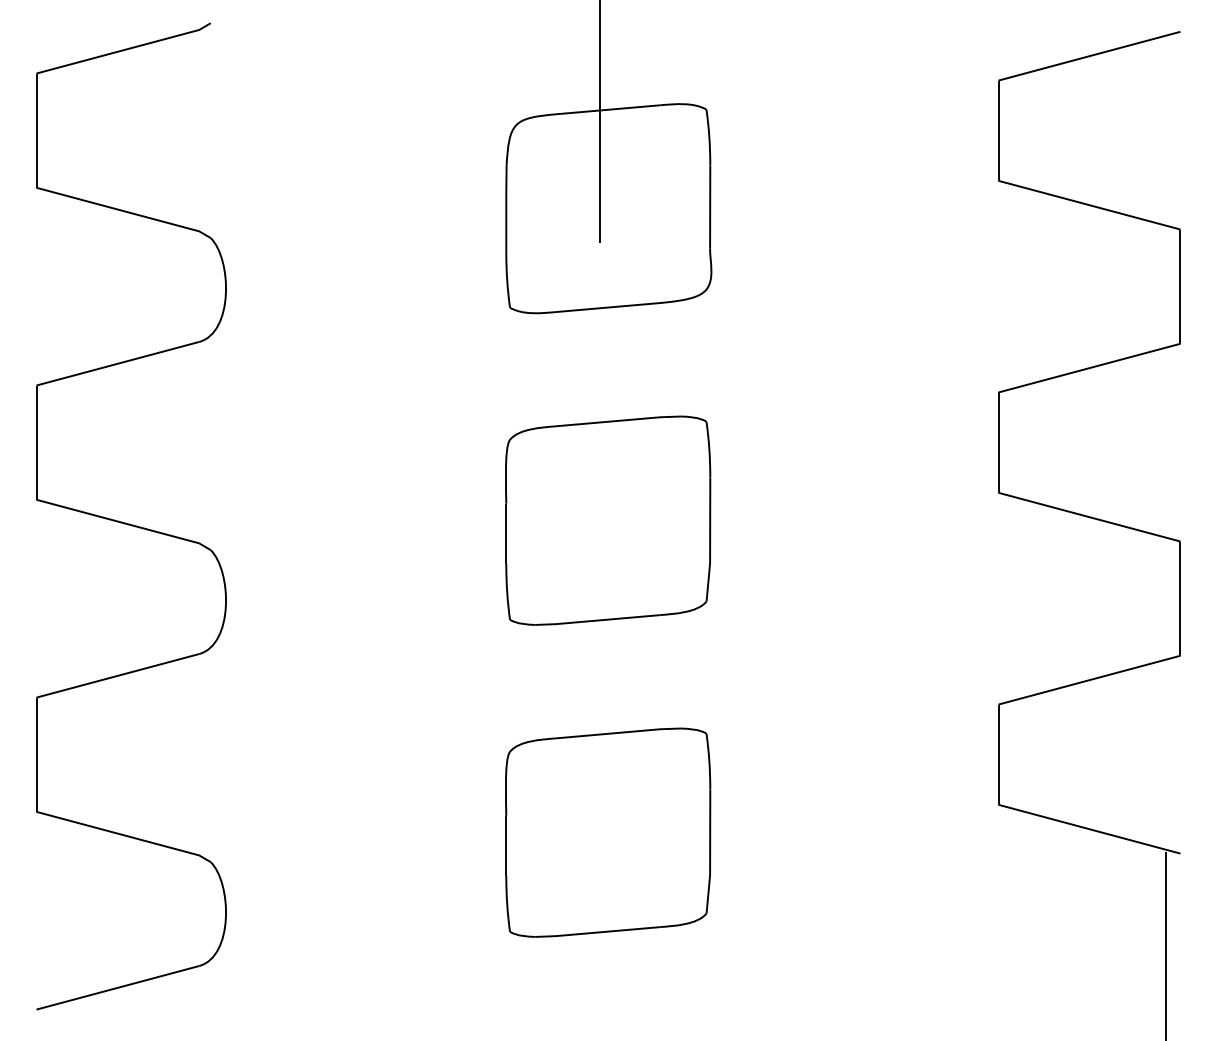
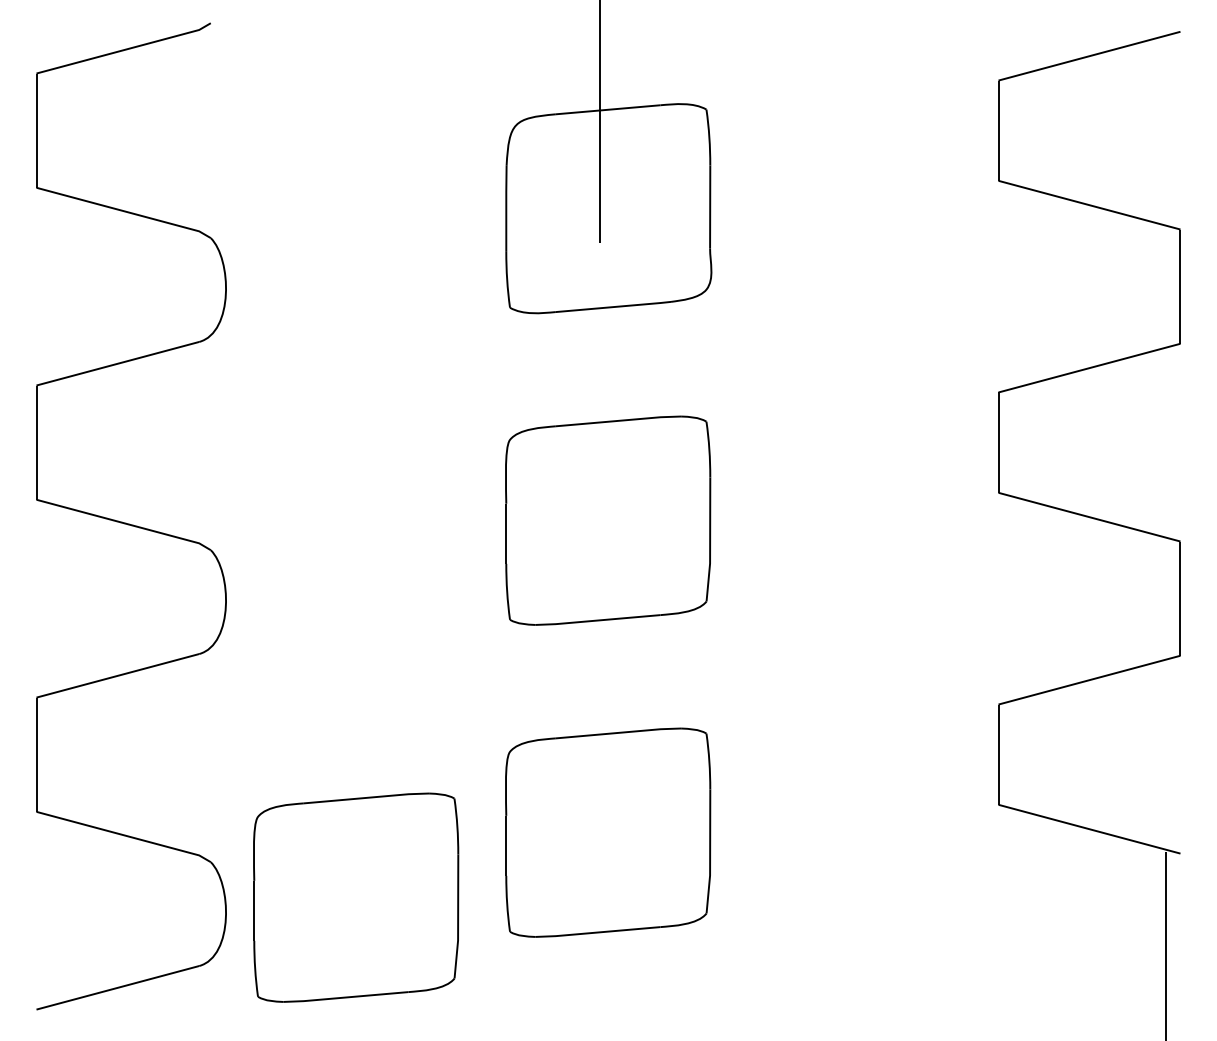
part at (356, 897): none -> present
